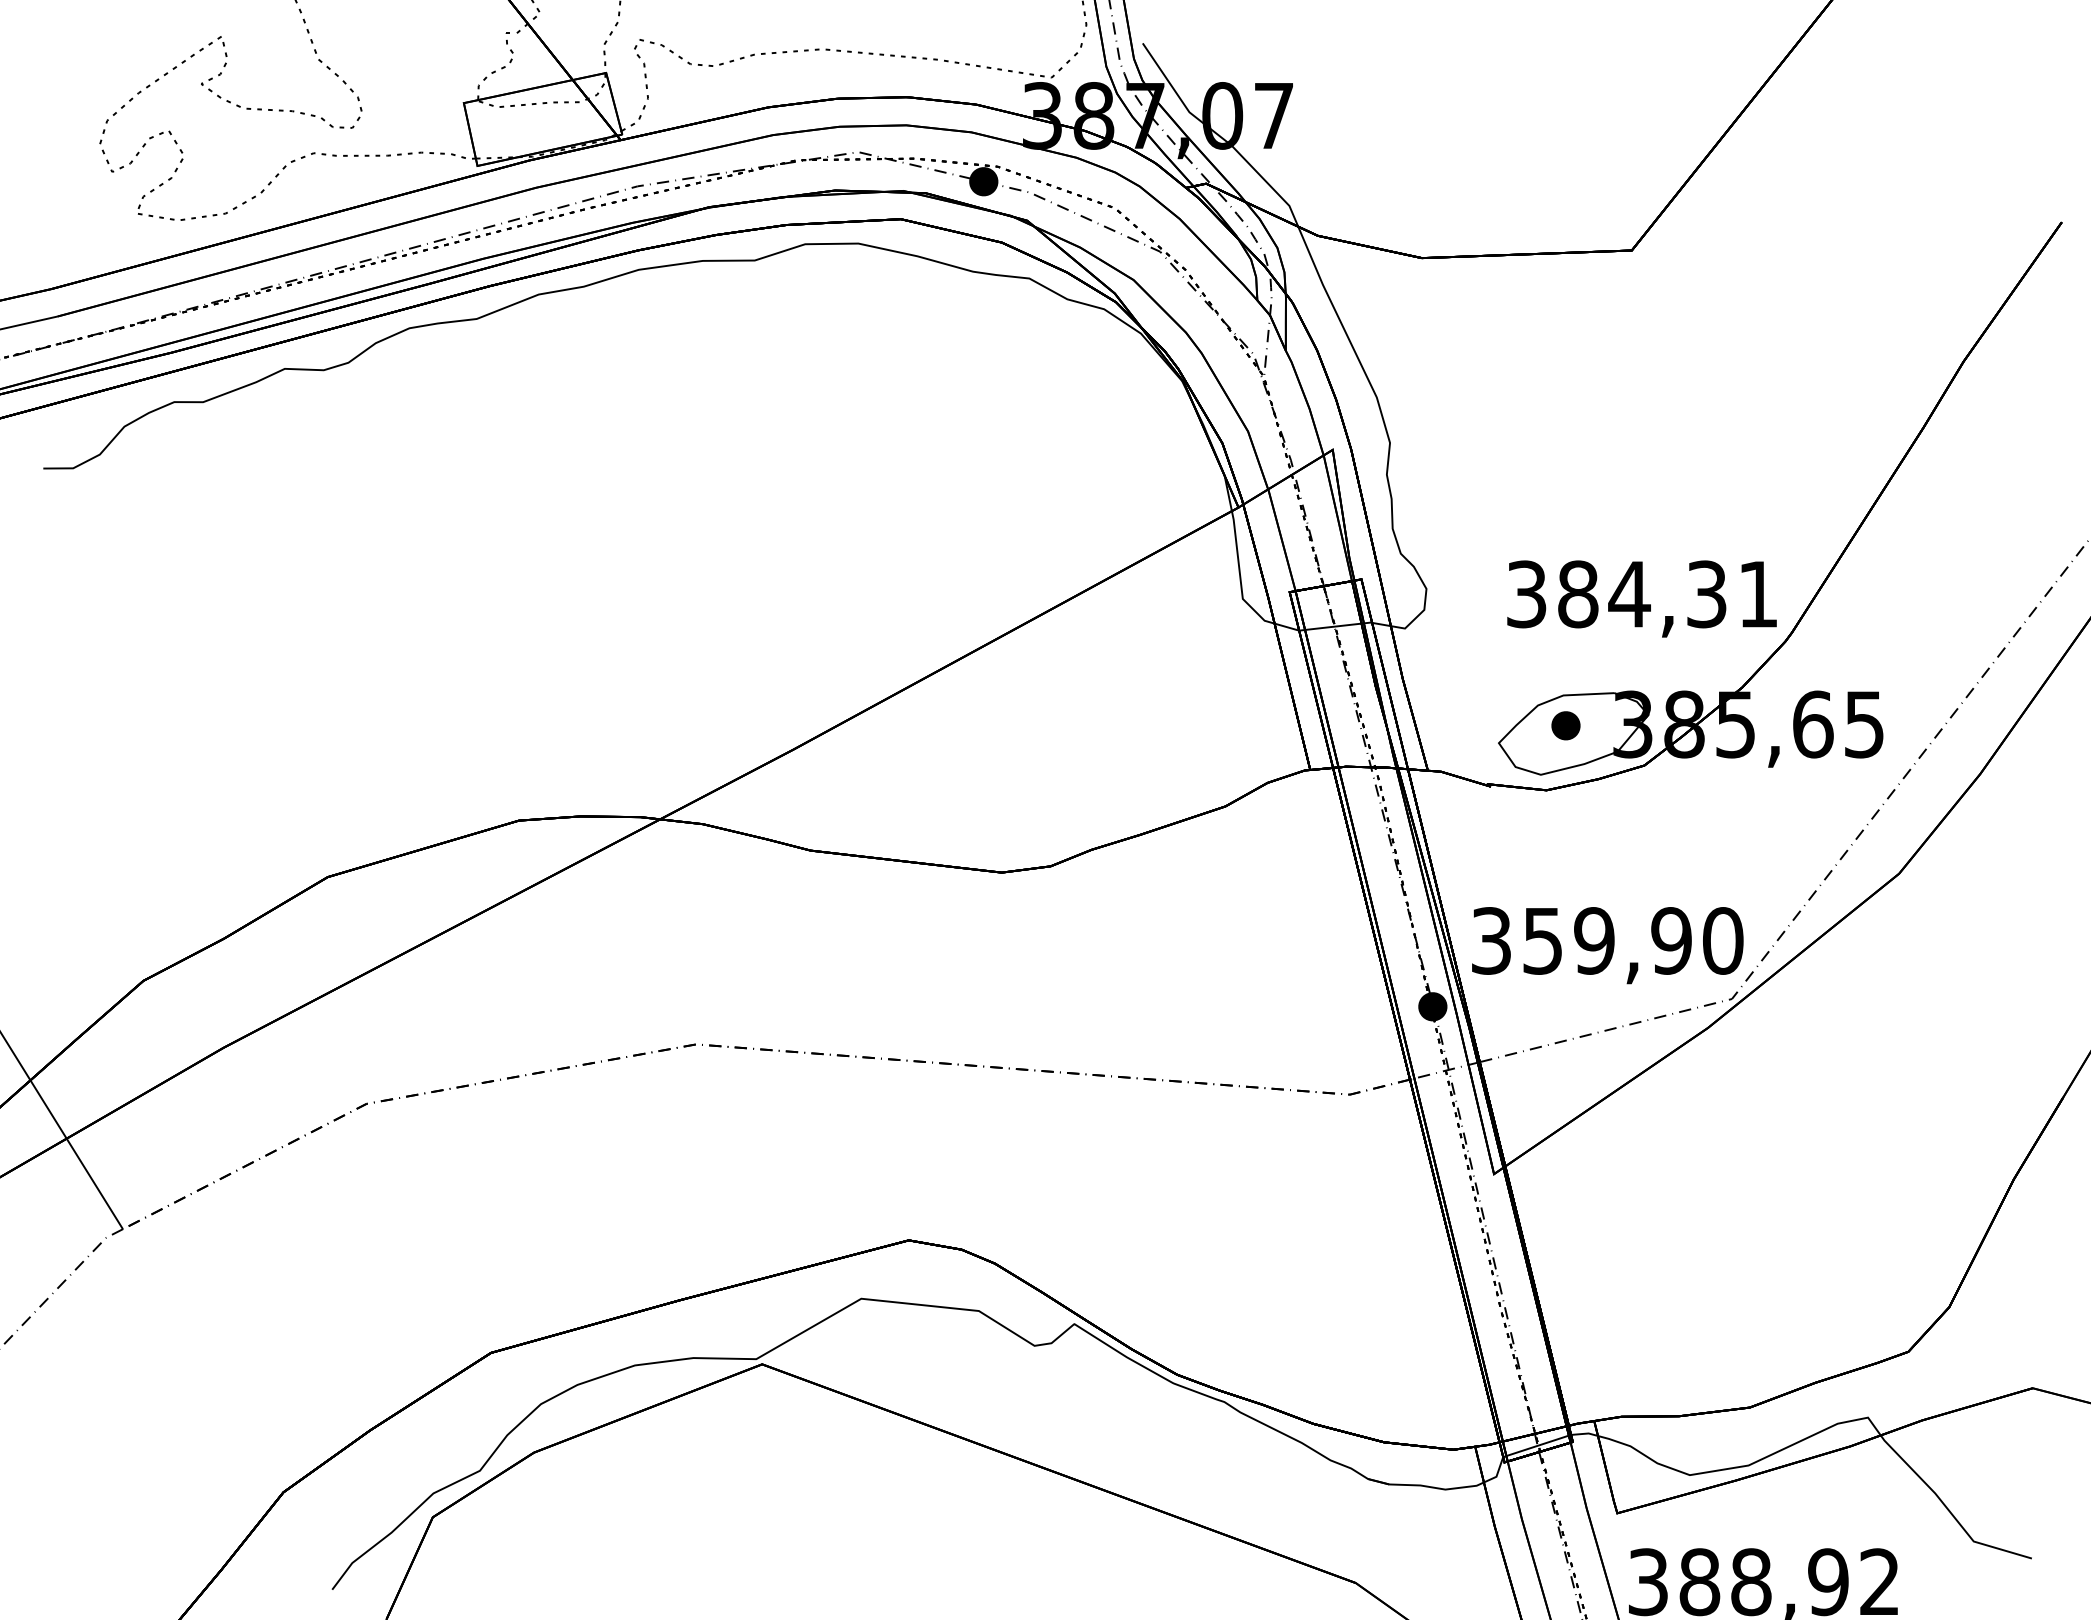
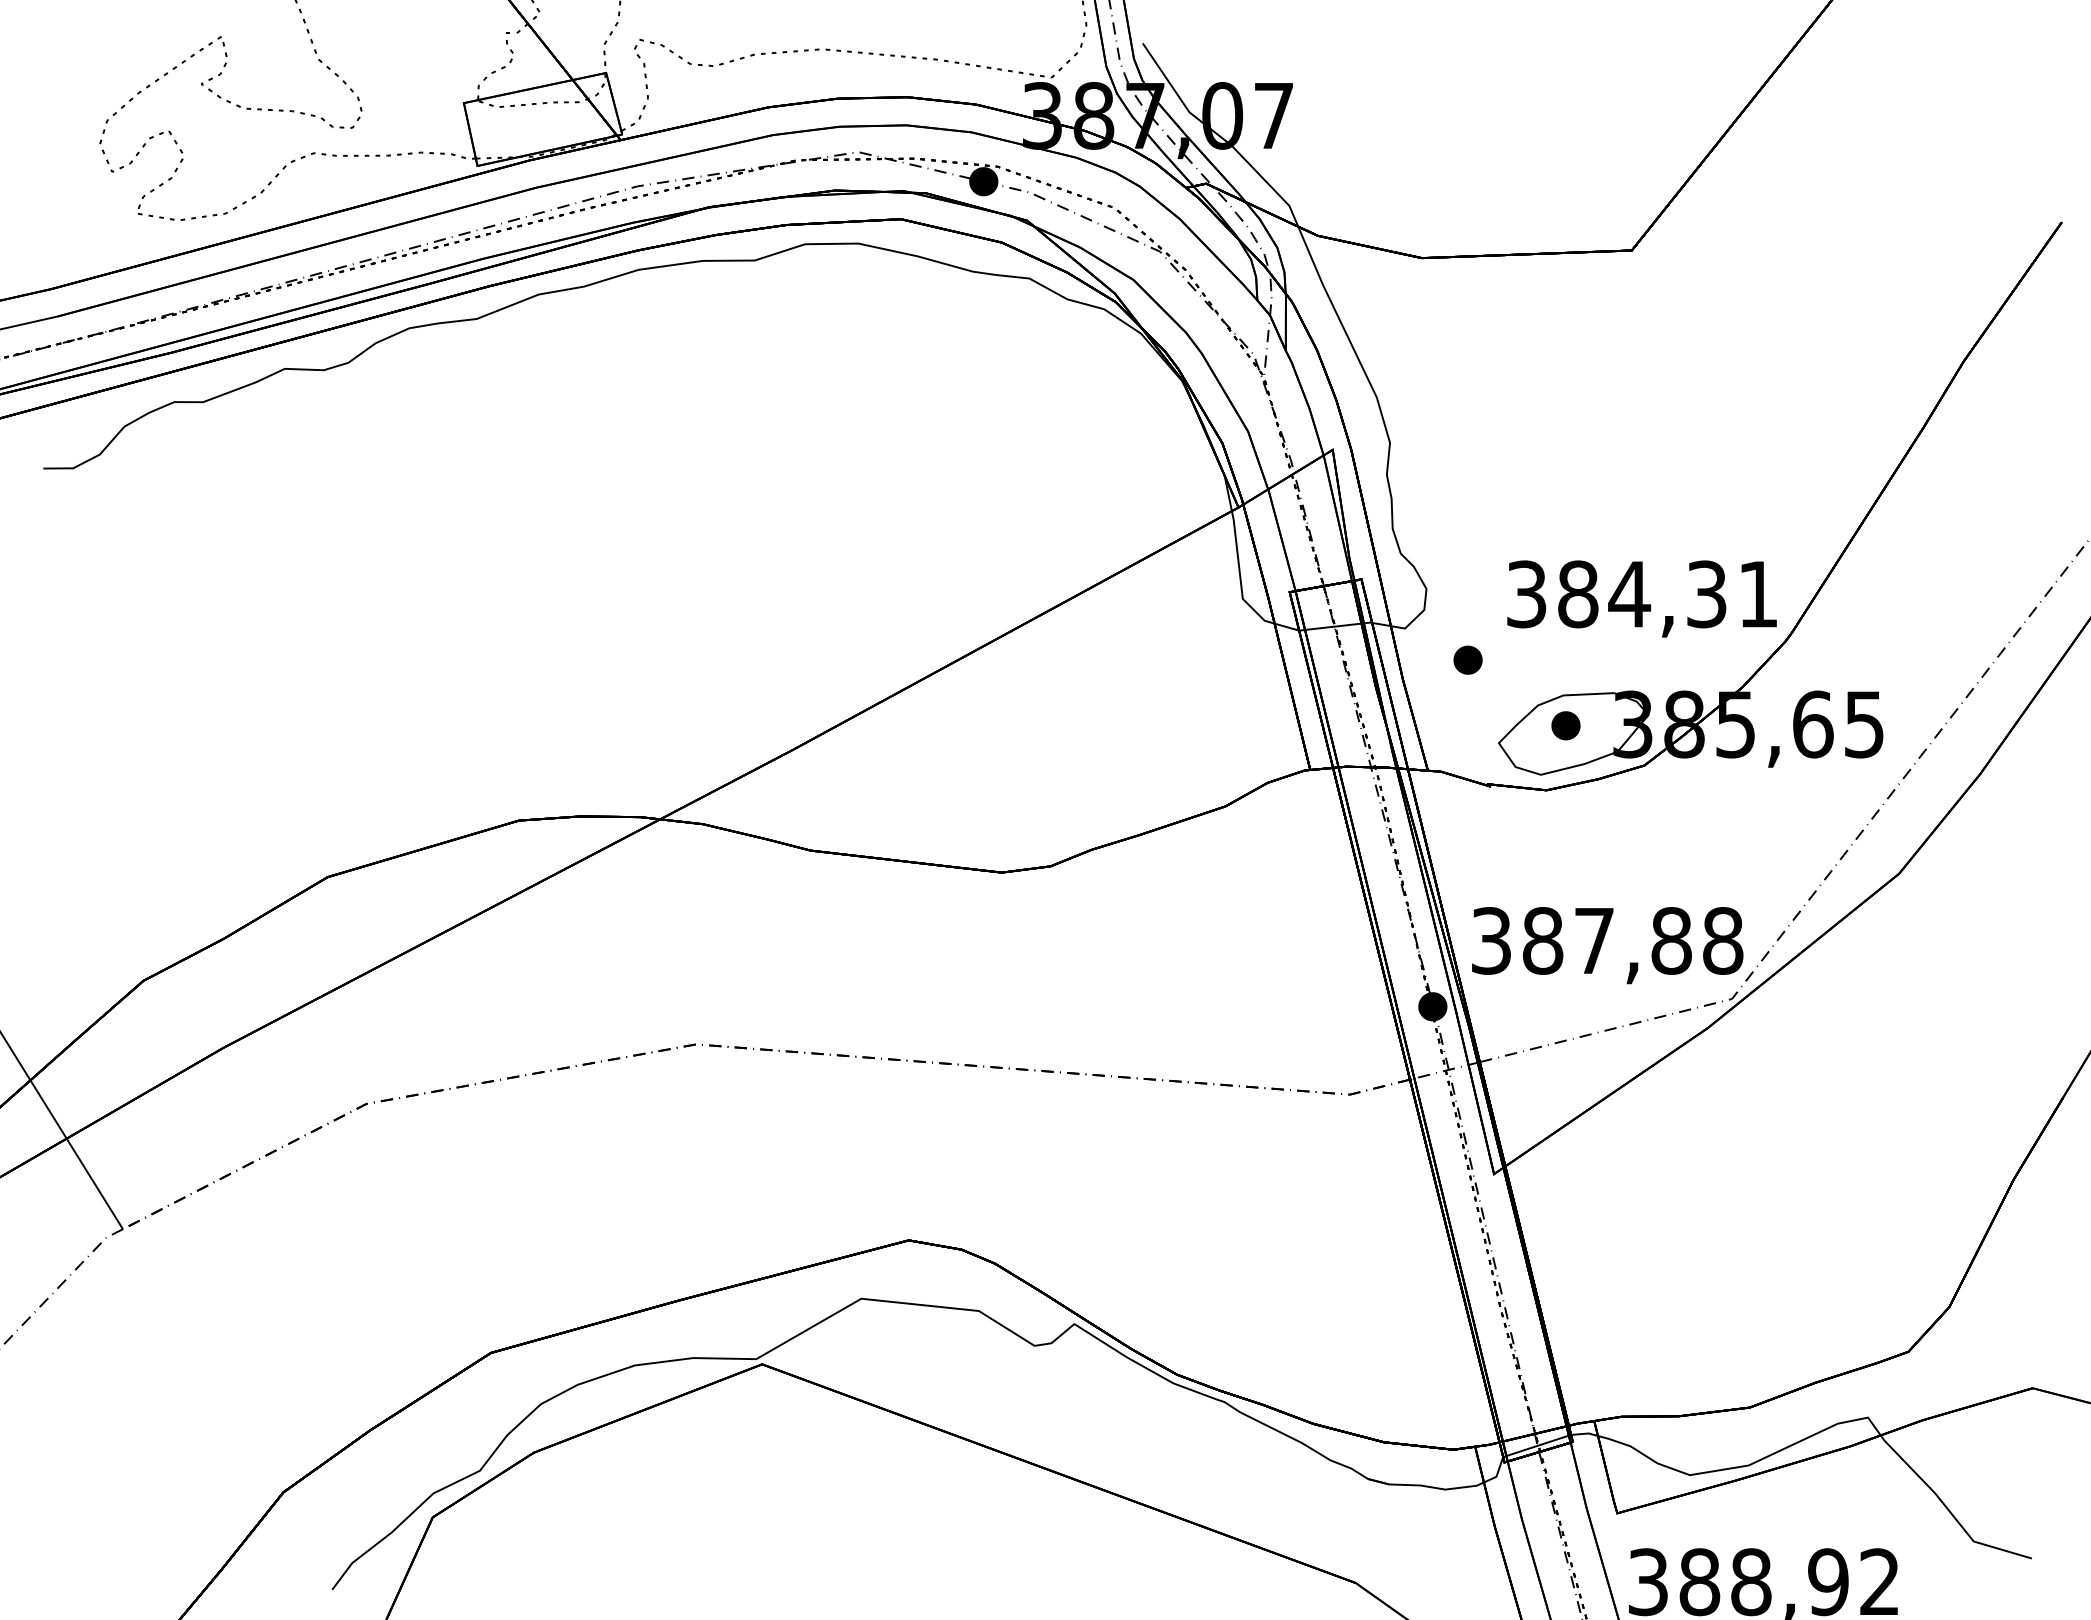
part at (1467, 659): none -> present
text at (1633, 940): 359,90 -> 387,88
